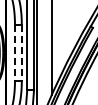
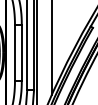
line at (14, 53): dashed -> solid
line at (21, 53): dashed -> solid
